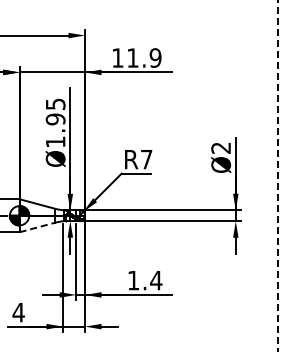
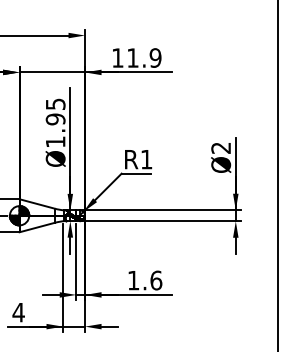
text at (146, 159): R7 -> R1
line at (277, 176): dashed -> solid
line at (37, 227): dashed -> solid
text at (156, 280): 1.4 -> 1.6
